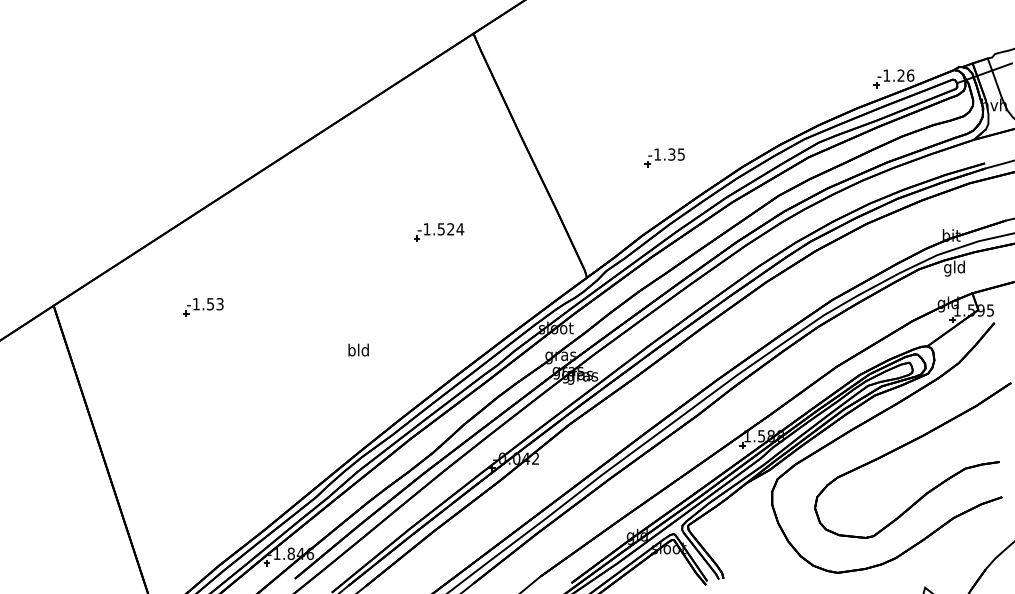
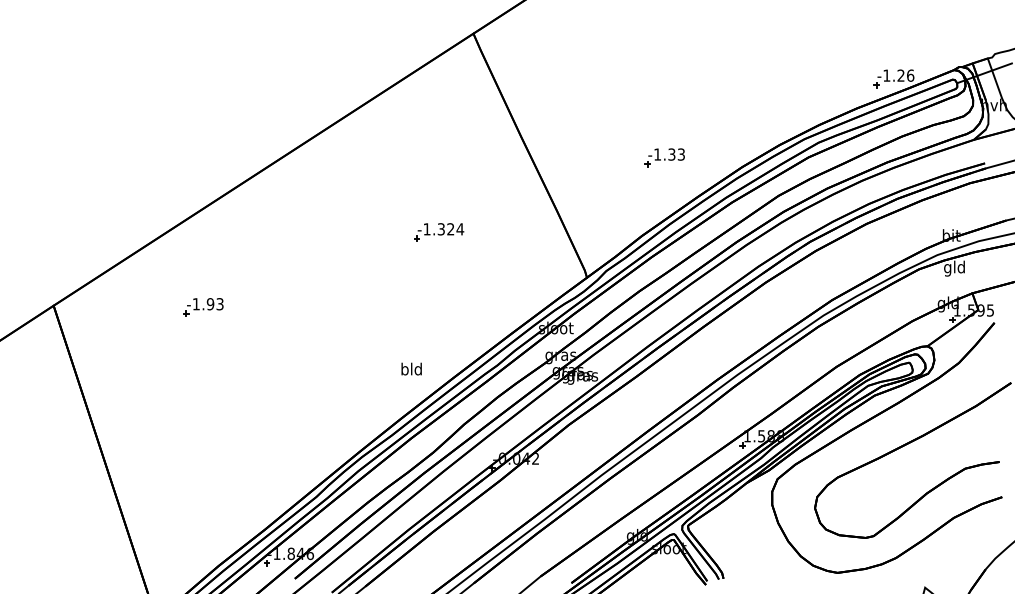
text at (681, 153): -1.35 -> -1.33
text at (441, 228): -1.524 -> -1.324
text at (210, 304): -1.53 -> -1.93
text at (358, 349) position: (358, 349) -> (411, 368)
